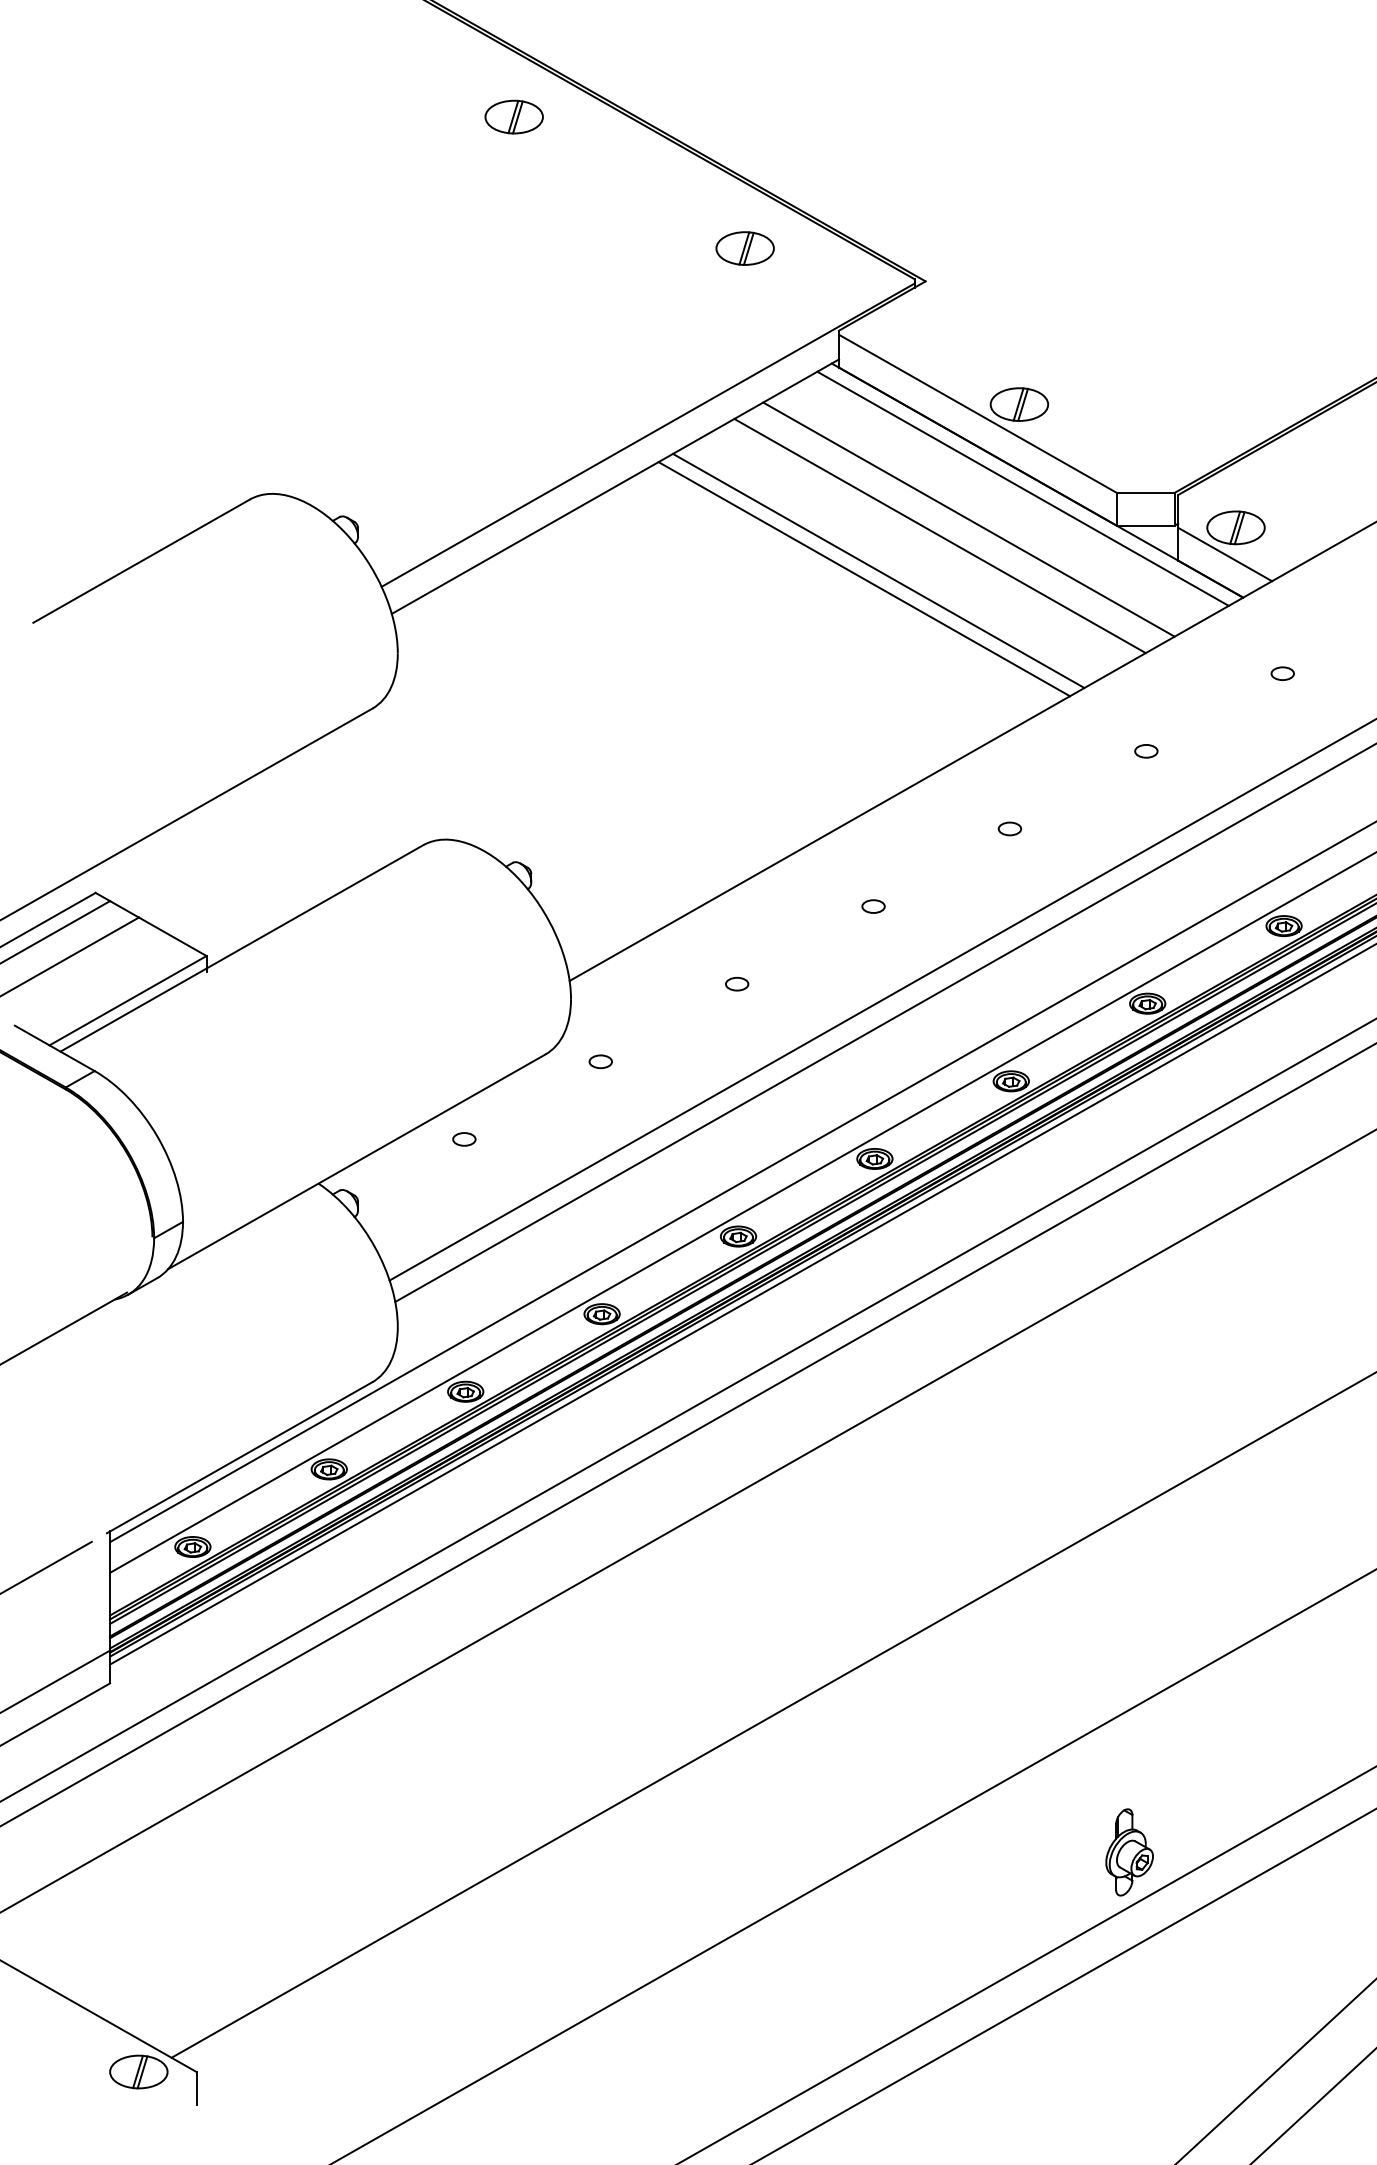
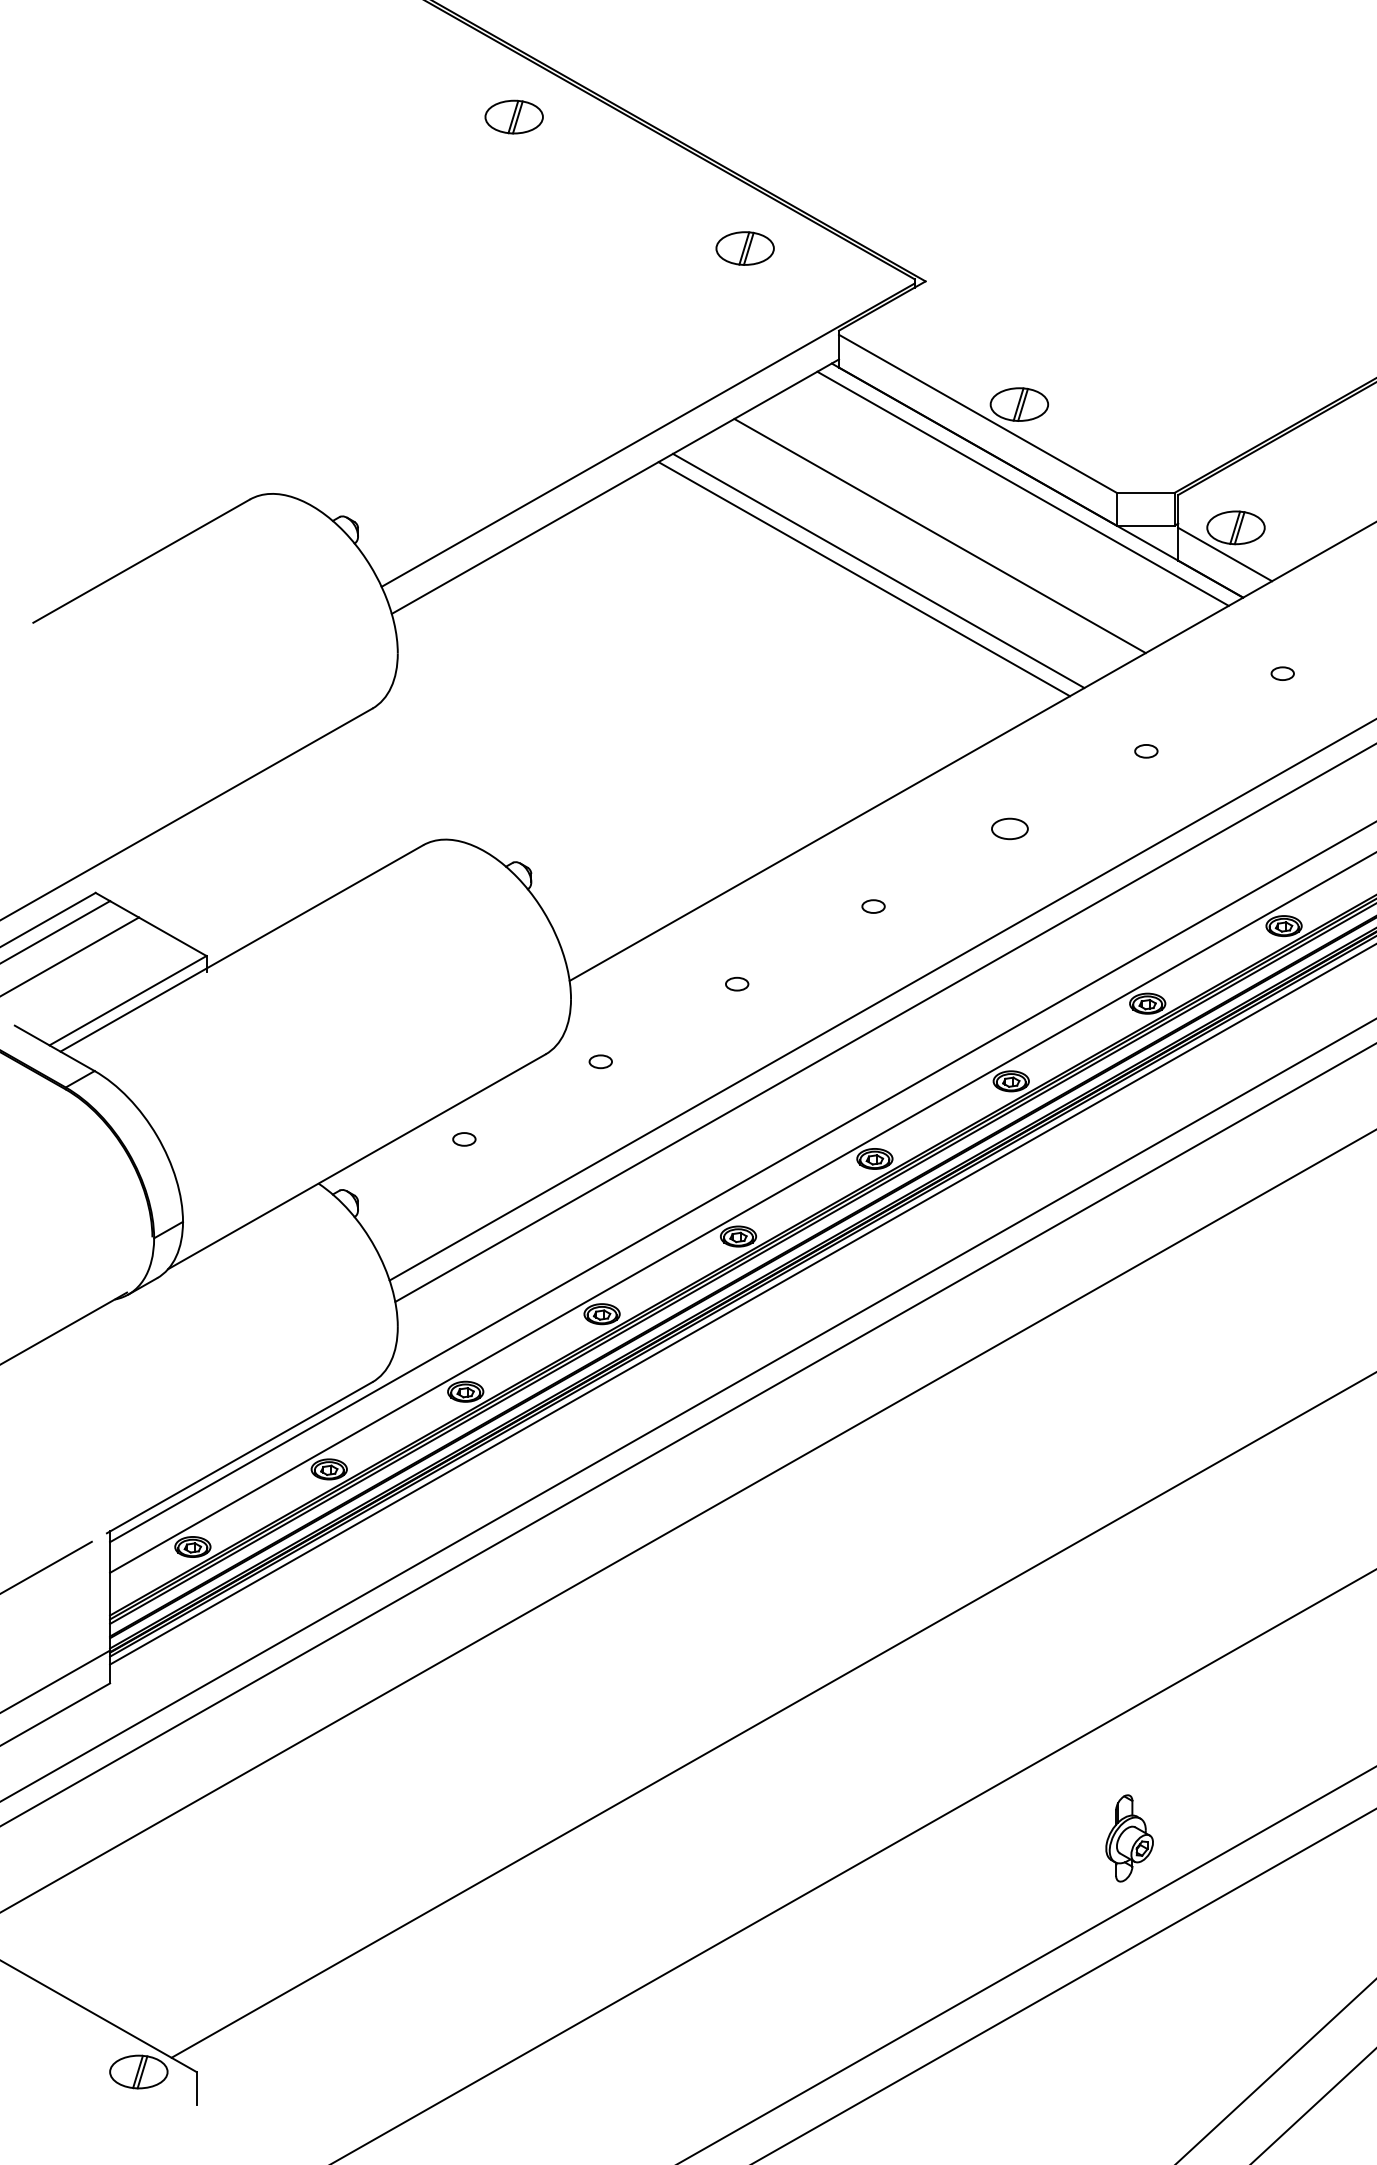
line at (968, 519): present -> none
part at (1009, 828) size: 26x16 px -> 38x24 px
part at (1129, 1852) position: (1129, 1852) -> (1129, 1838)
